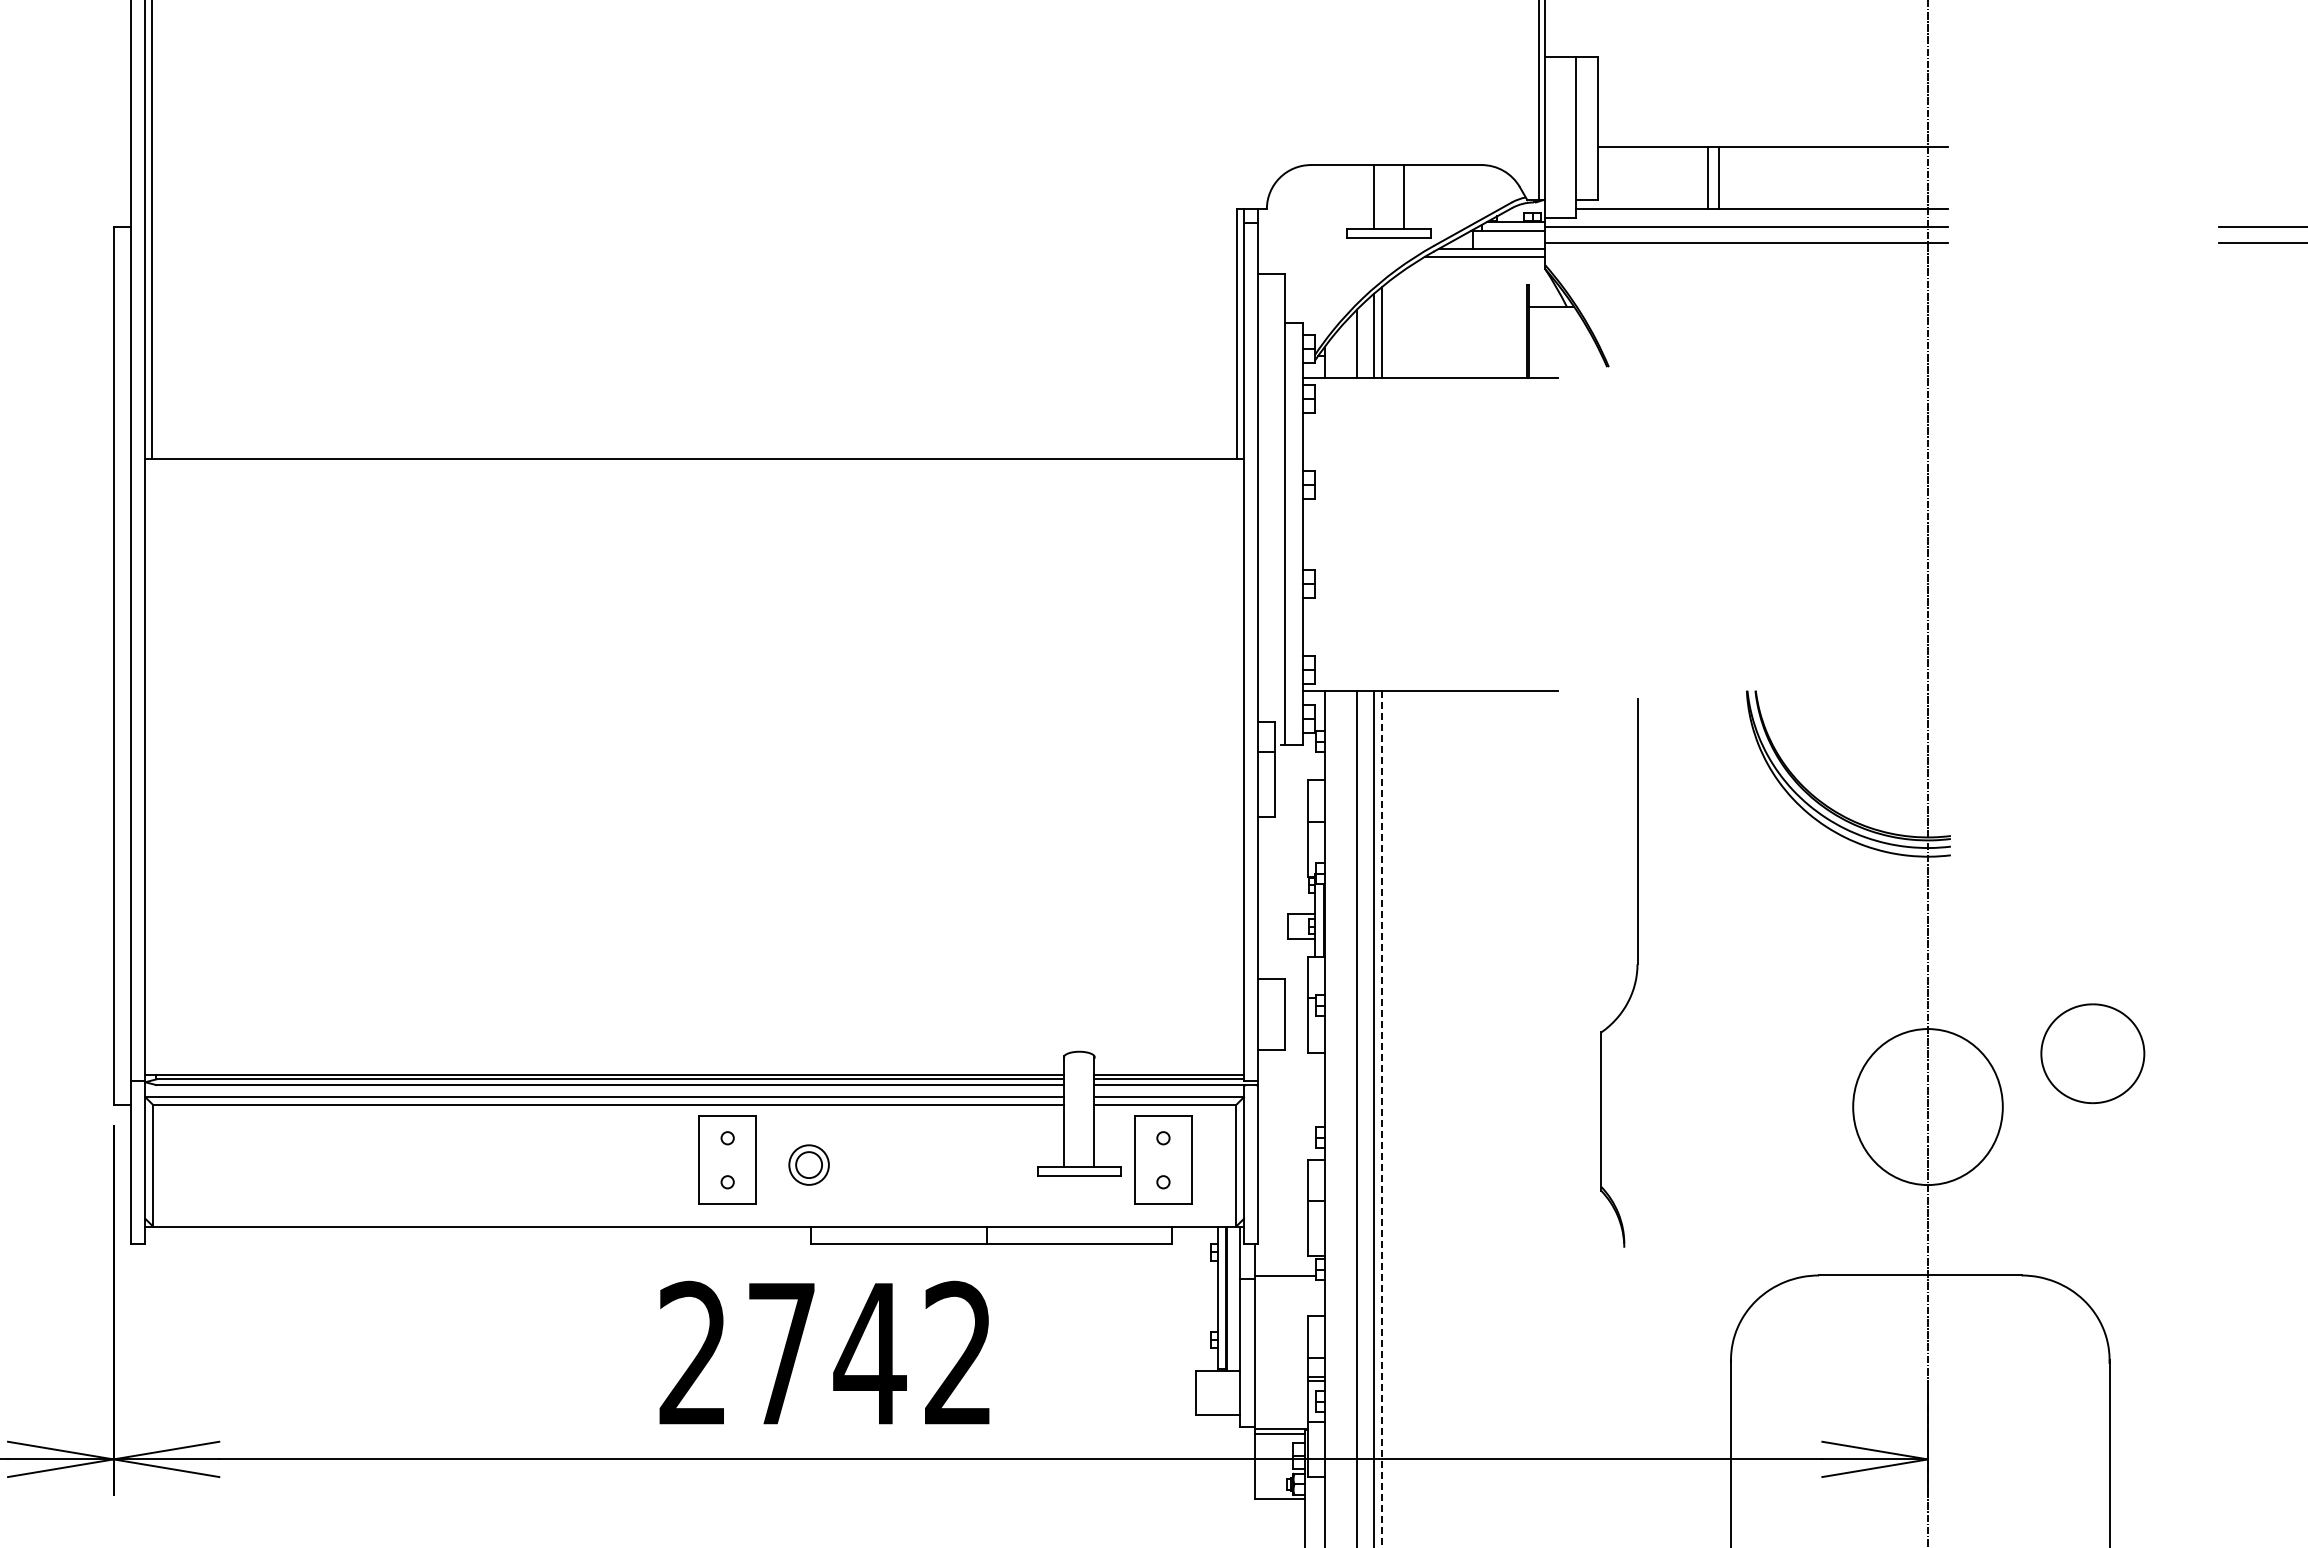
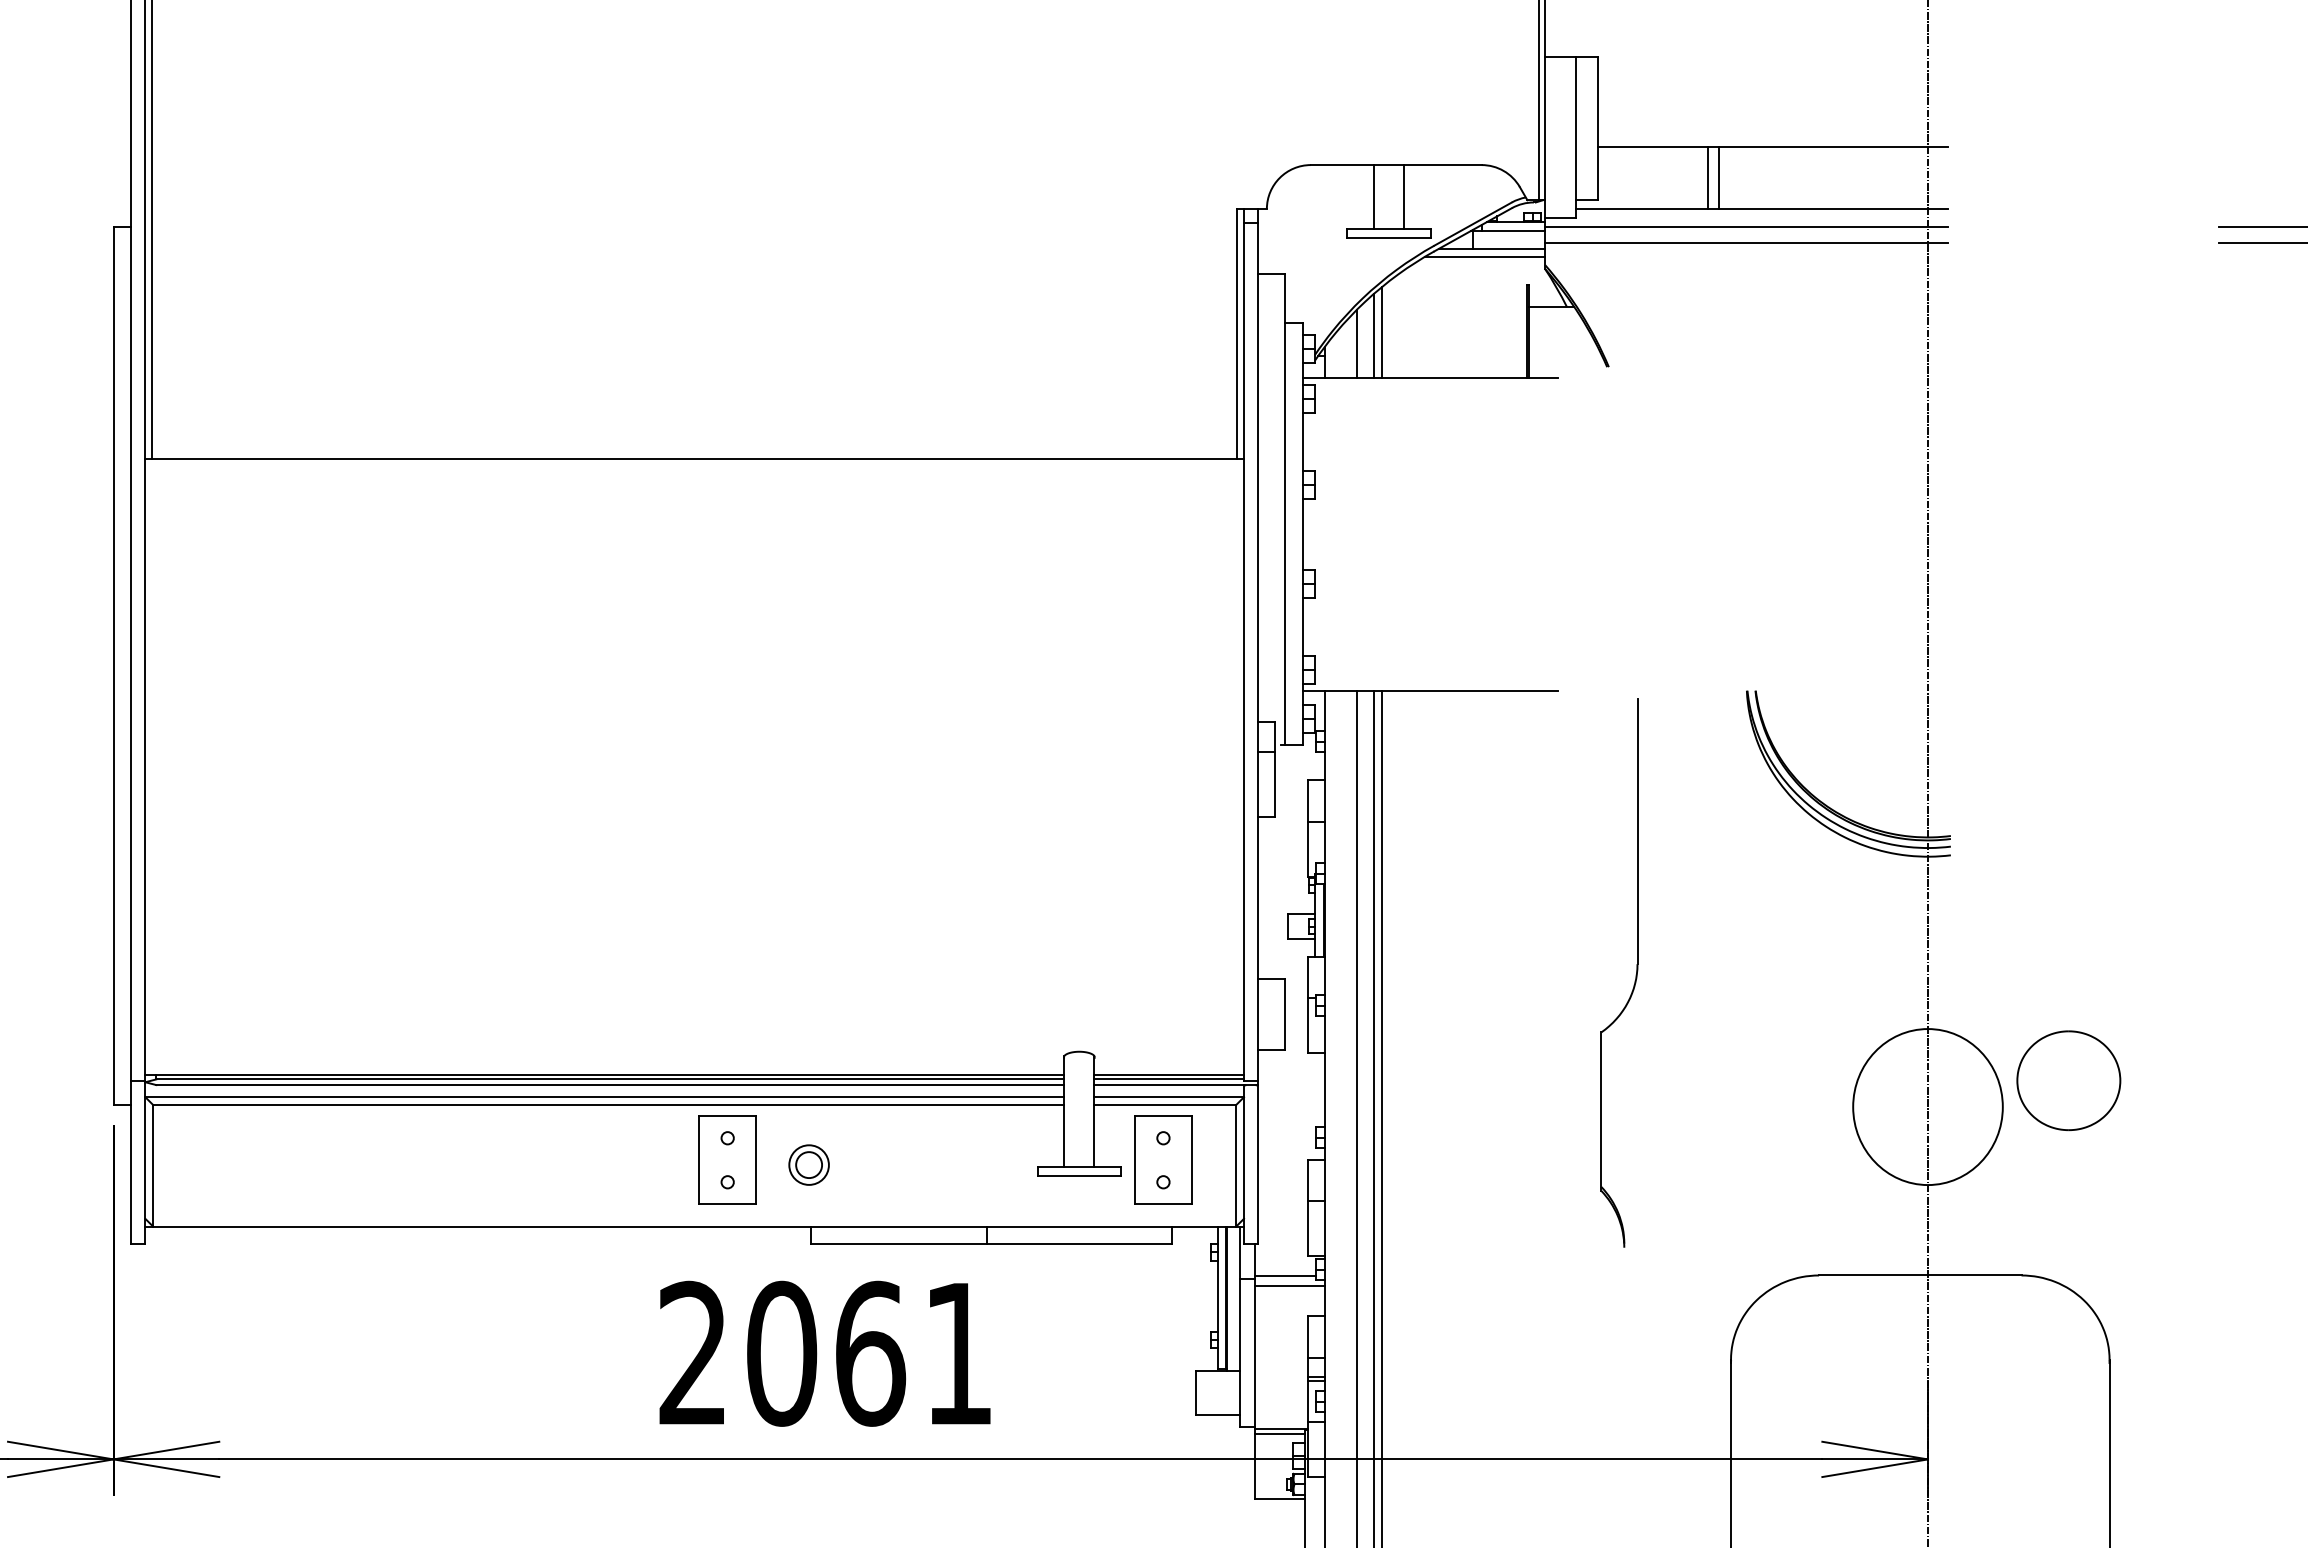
part at (2092, 1053) position: (2092, 1053) -> (2068, 1080)
line at (1381, 1119): dashed -> solid
line at (1289, 1286): none -> present
text at (868, 1353): 2742 -> 2061
